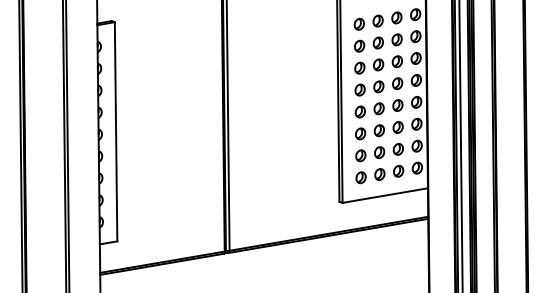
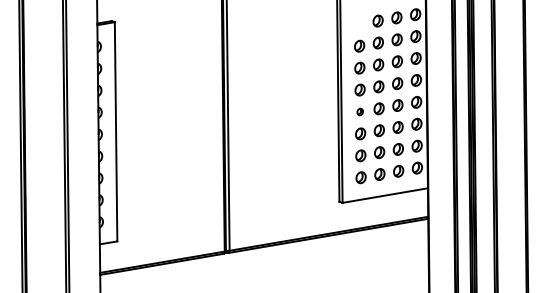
part at (358, 24): present -> none
part at (359, 111) size: 12x14 px -> 8x10 px
line at (460, 145): present -> none
